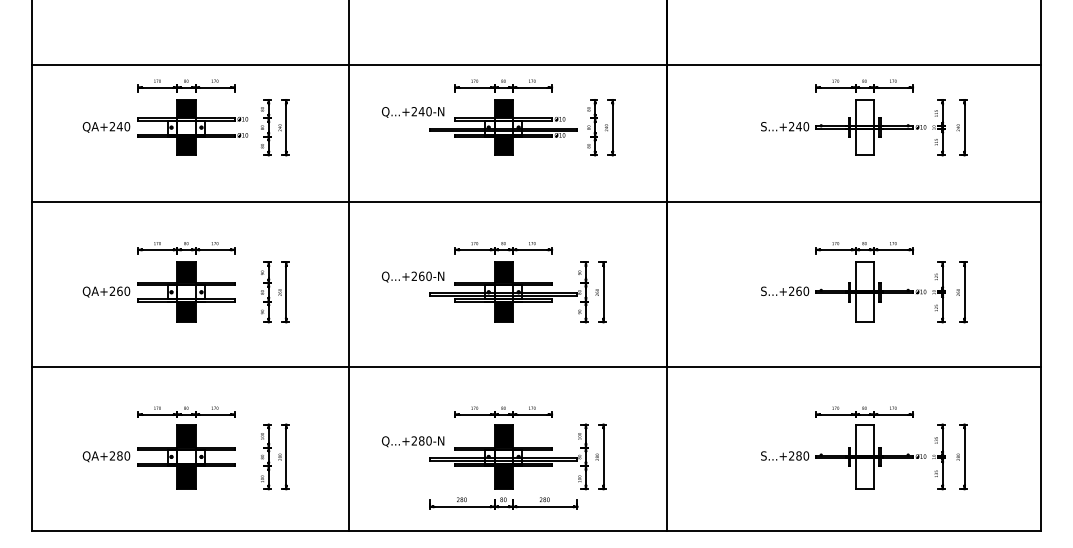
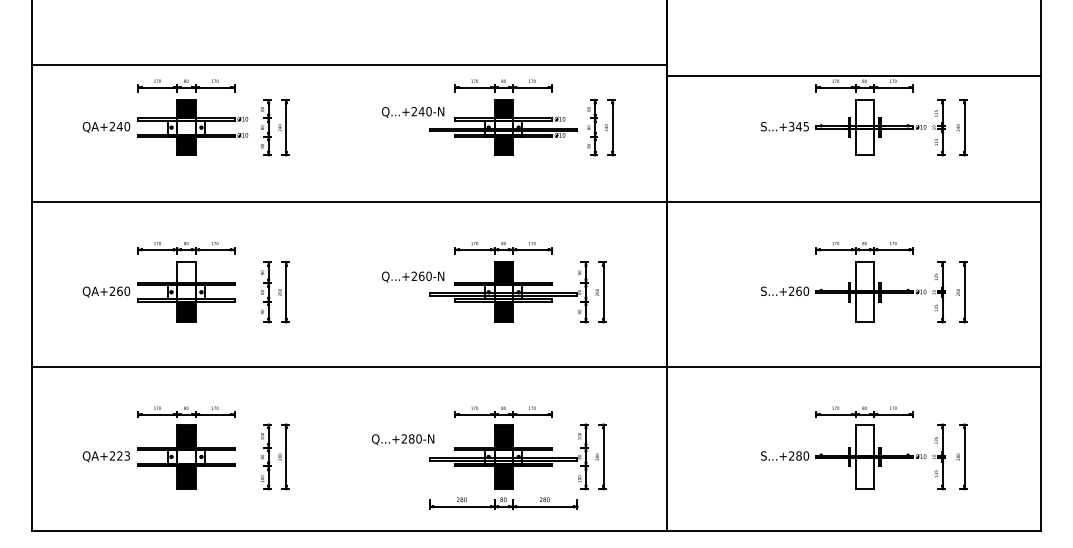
line at (853, 65) position: (853, 65) -> (853, 76)
text at (799, 126): S...+240 -> S...+345
line at (349, 266): present -> none
fill at (186, 272): present -> none
text at (413, 441) position: (413, 441) -> (403, 439)
text at (123, 455): QA+280 -> QA+223
